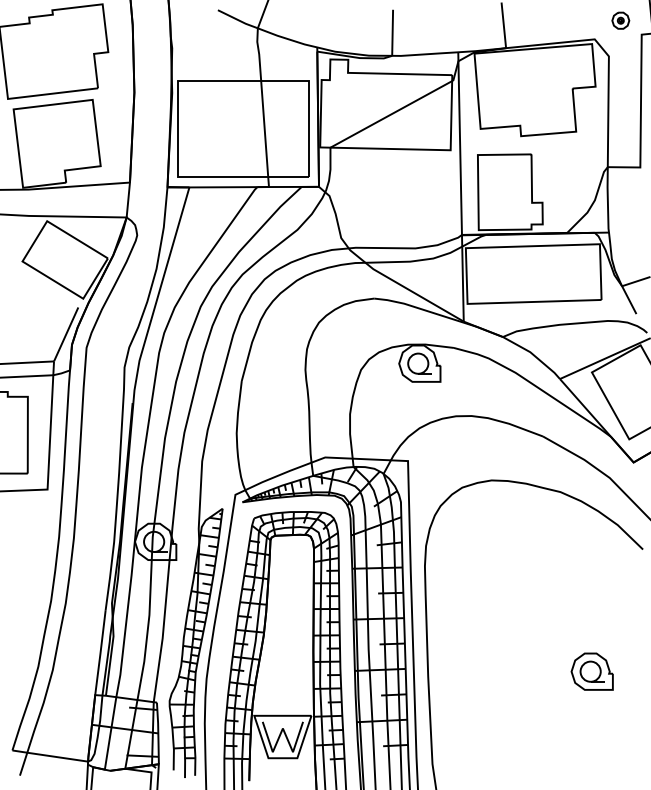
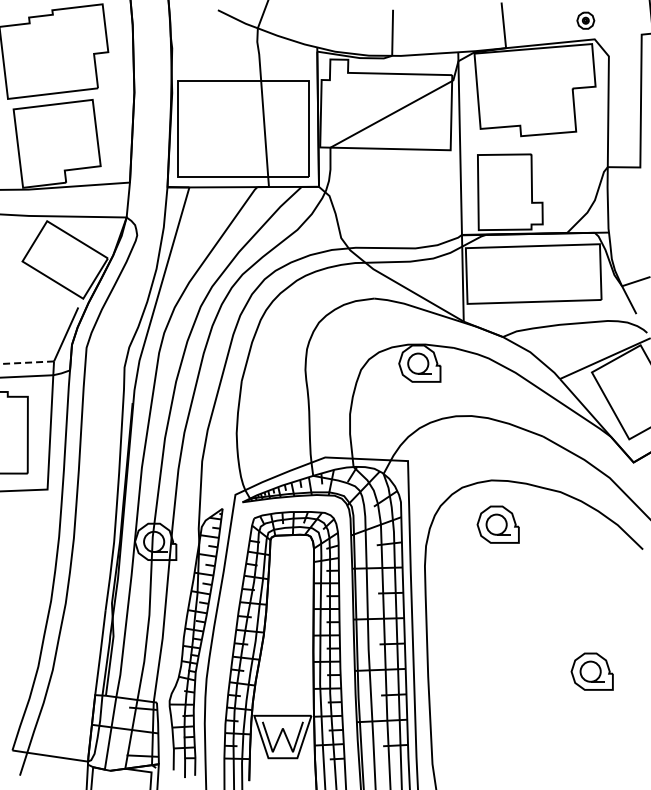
part at (620, 20) position: (620, 20) -> (585, 20)
line at (27, 362): solid -> dashed
part at (497, 524): none -> present
